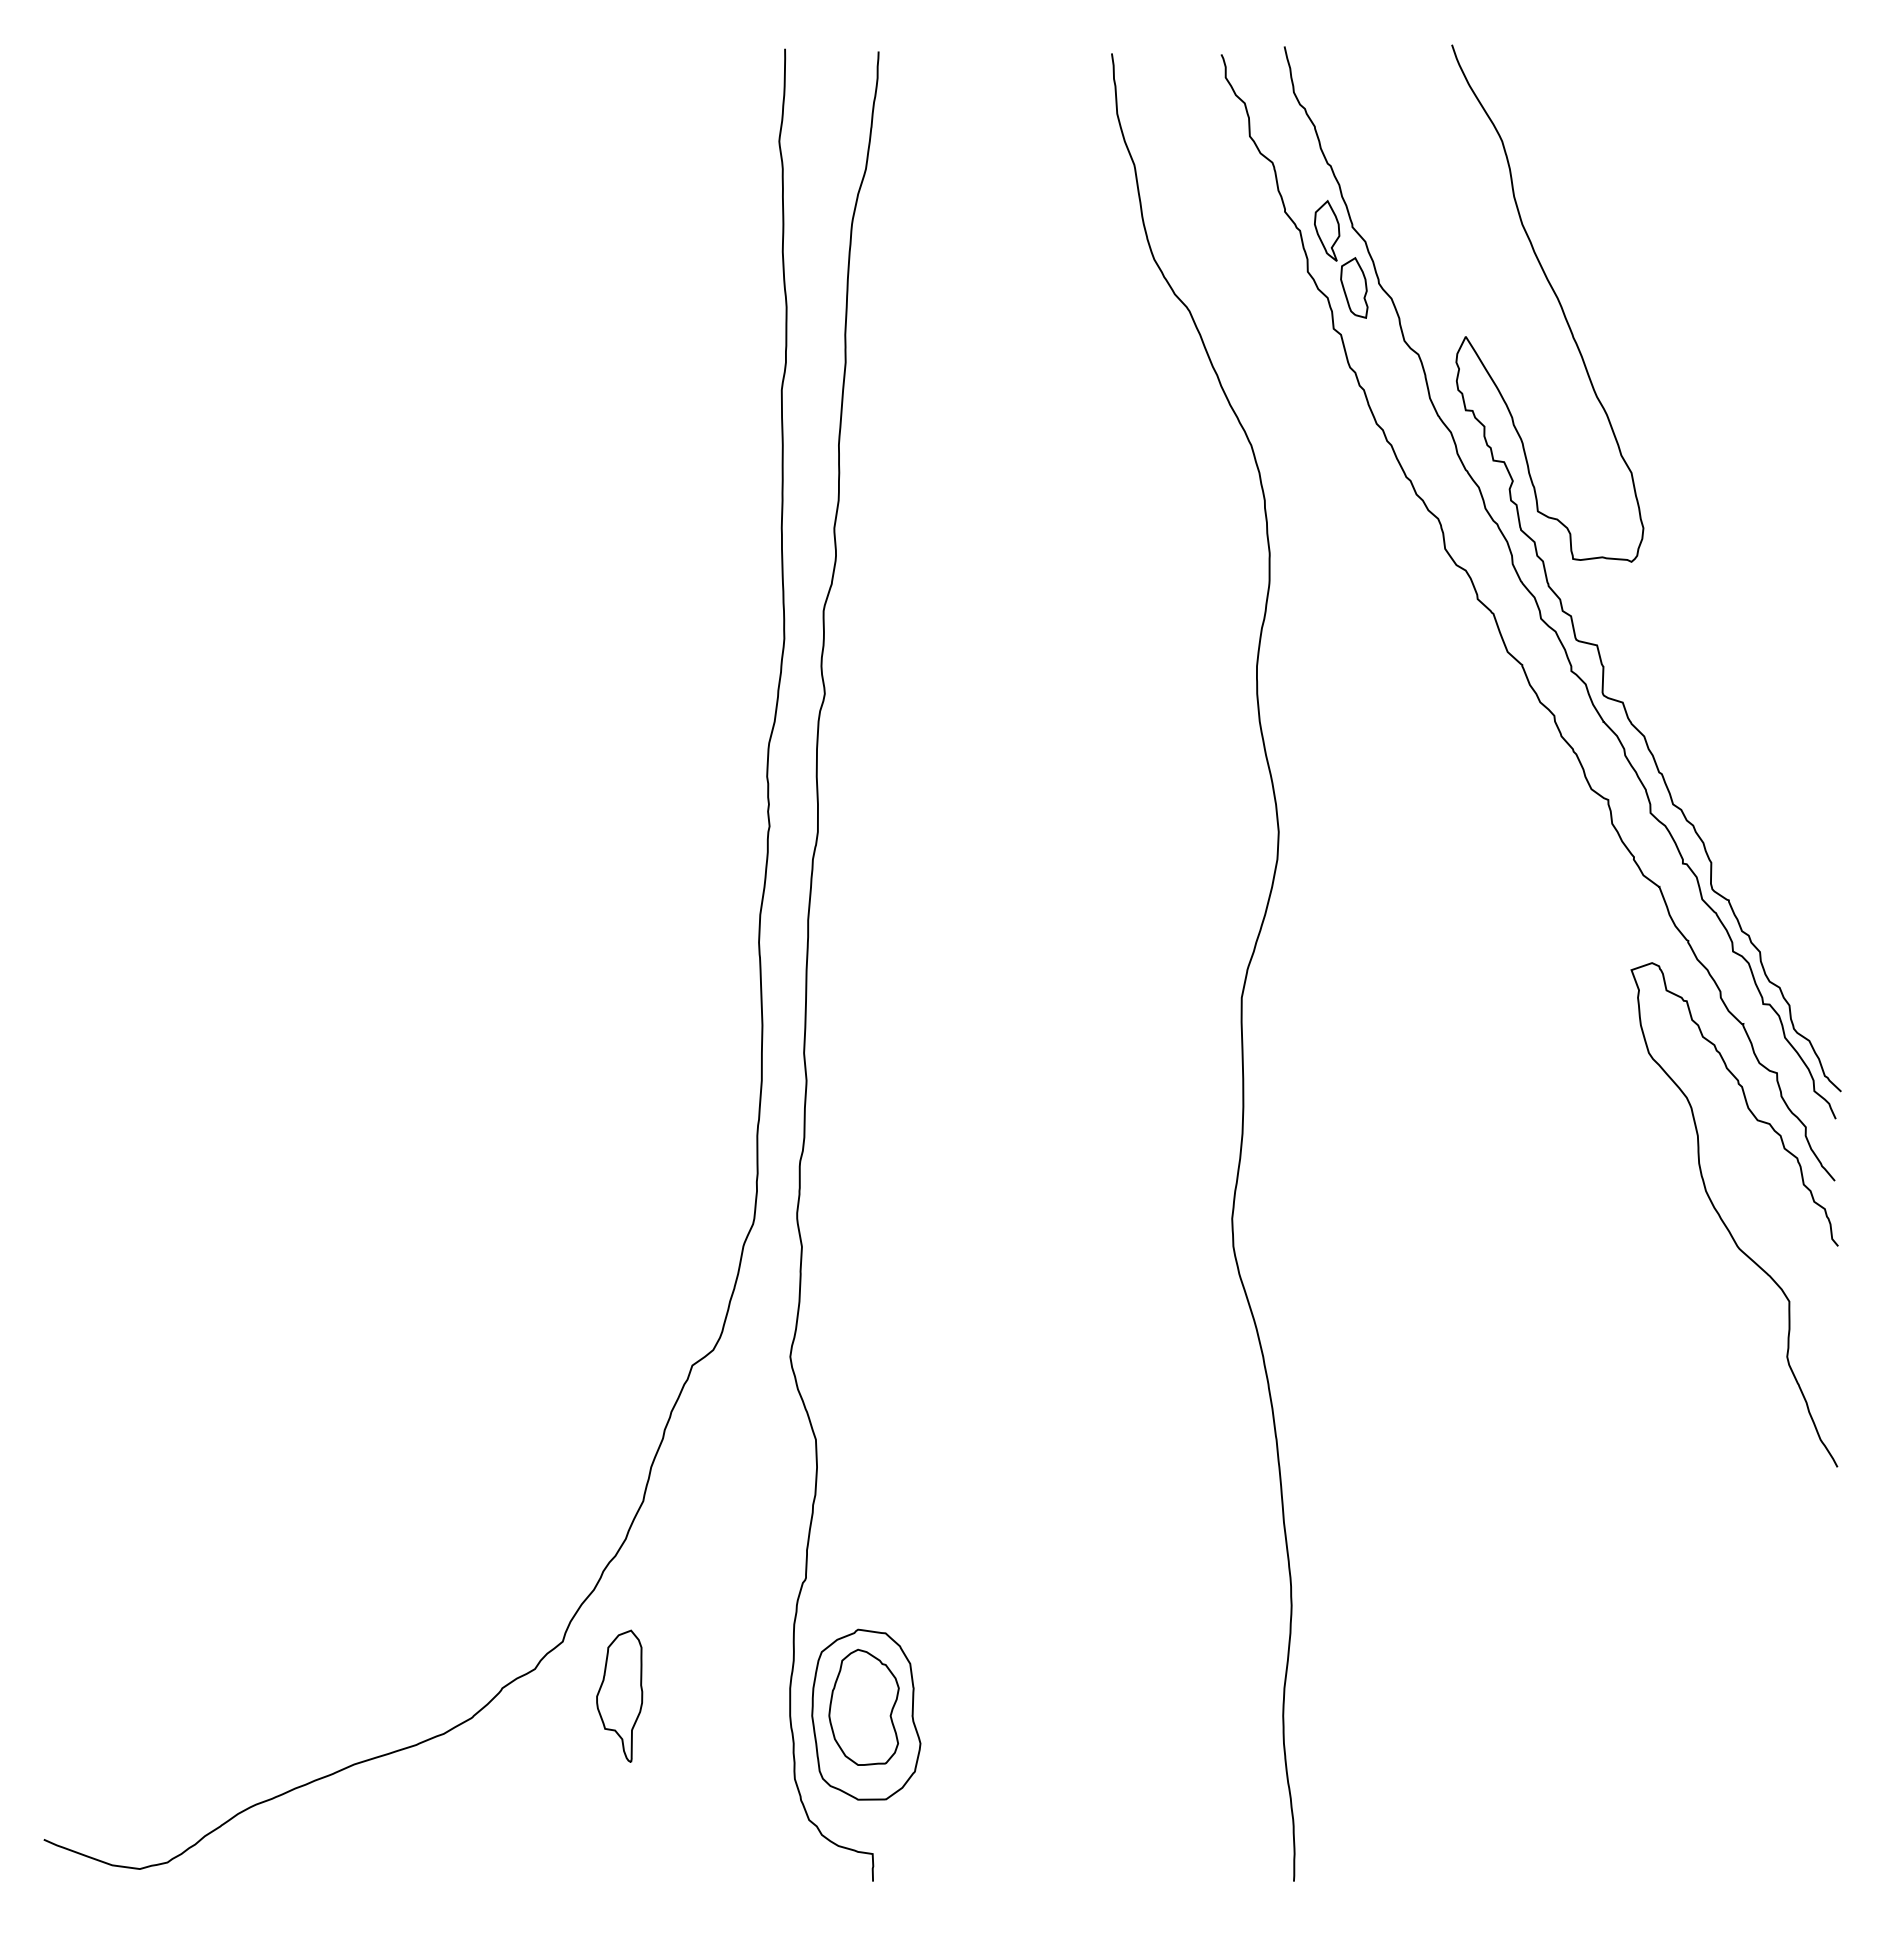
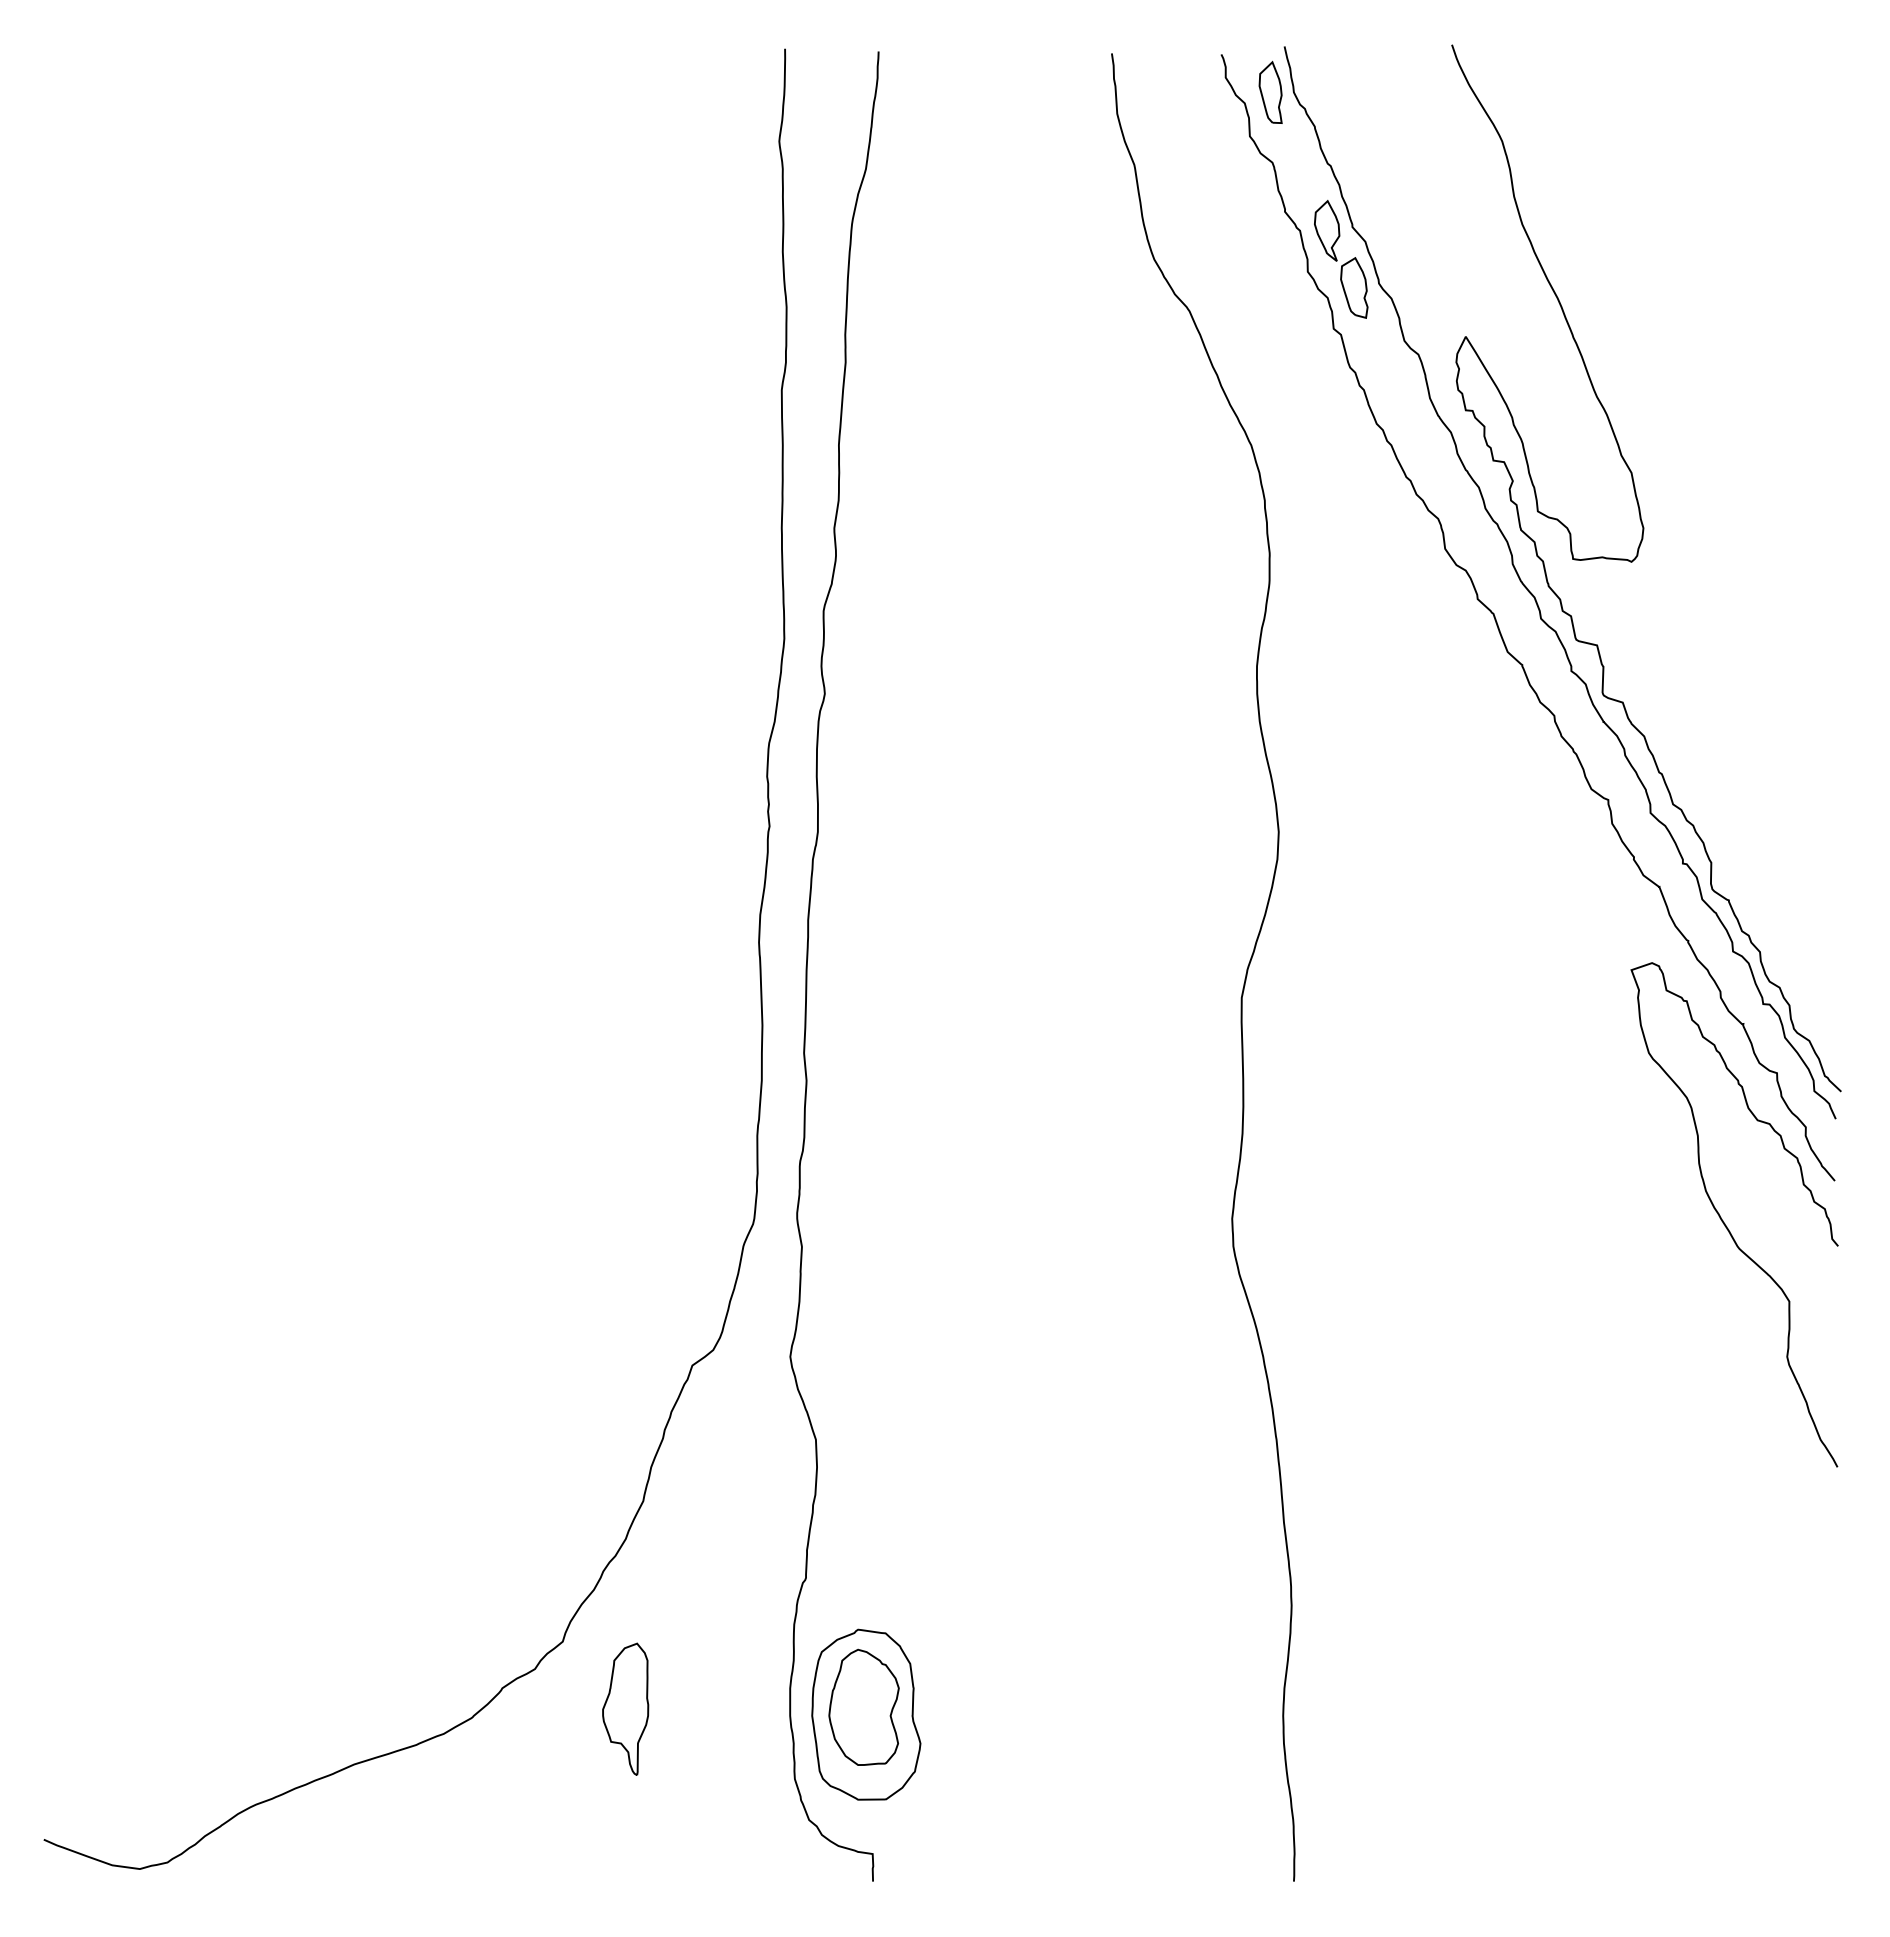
part at (1270, 91): none -> present
part at (619, 1695) position: (619, 1695) -> (625, 1708)
